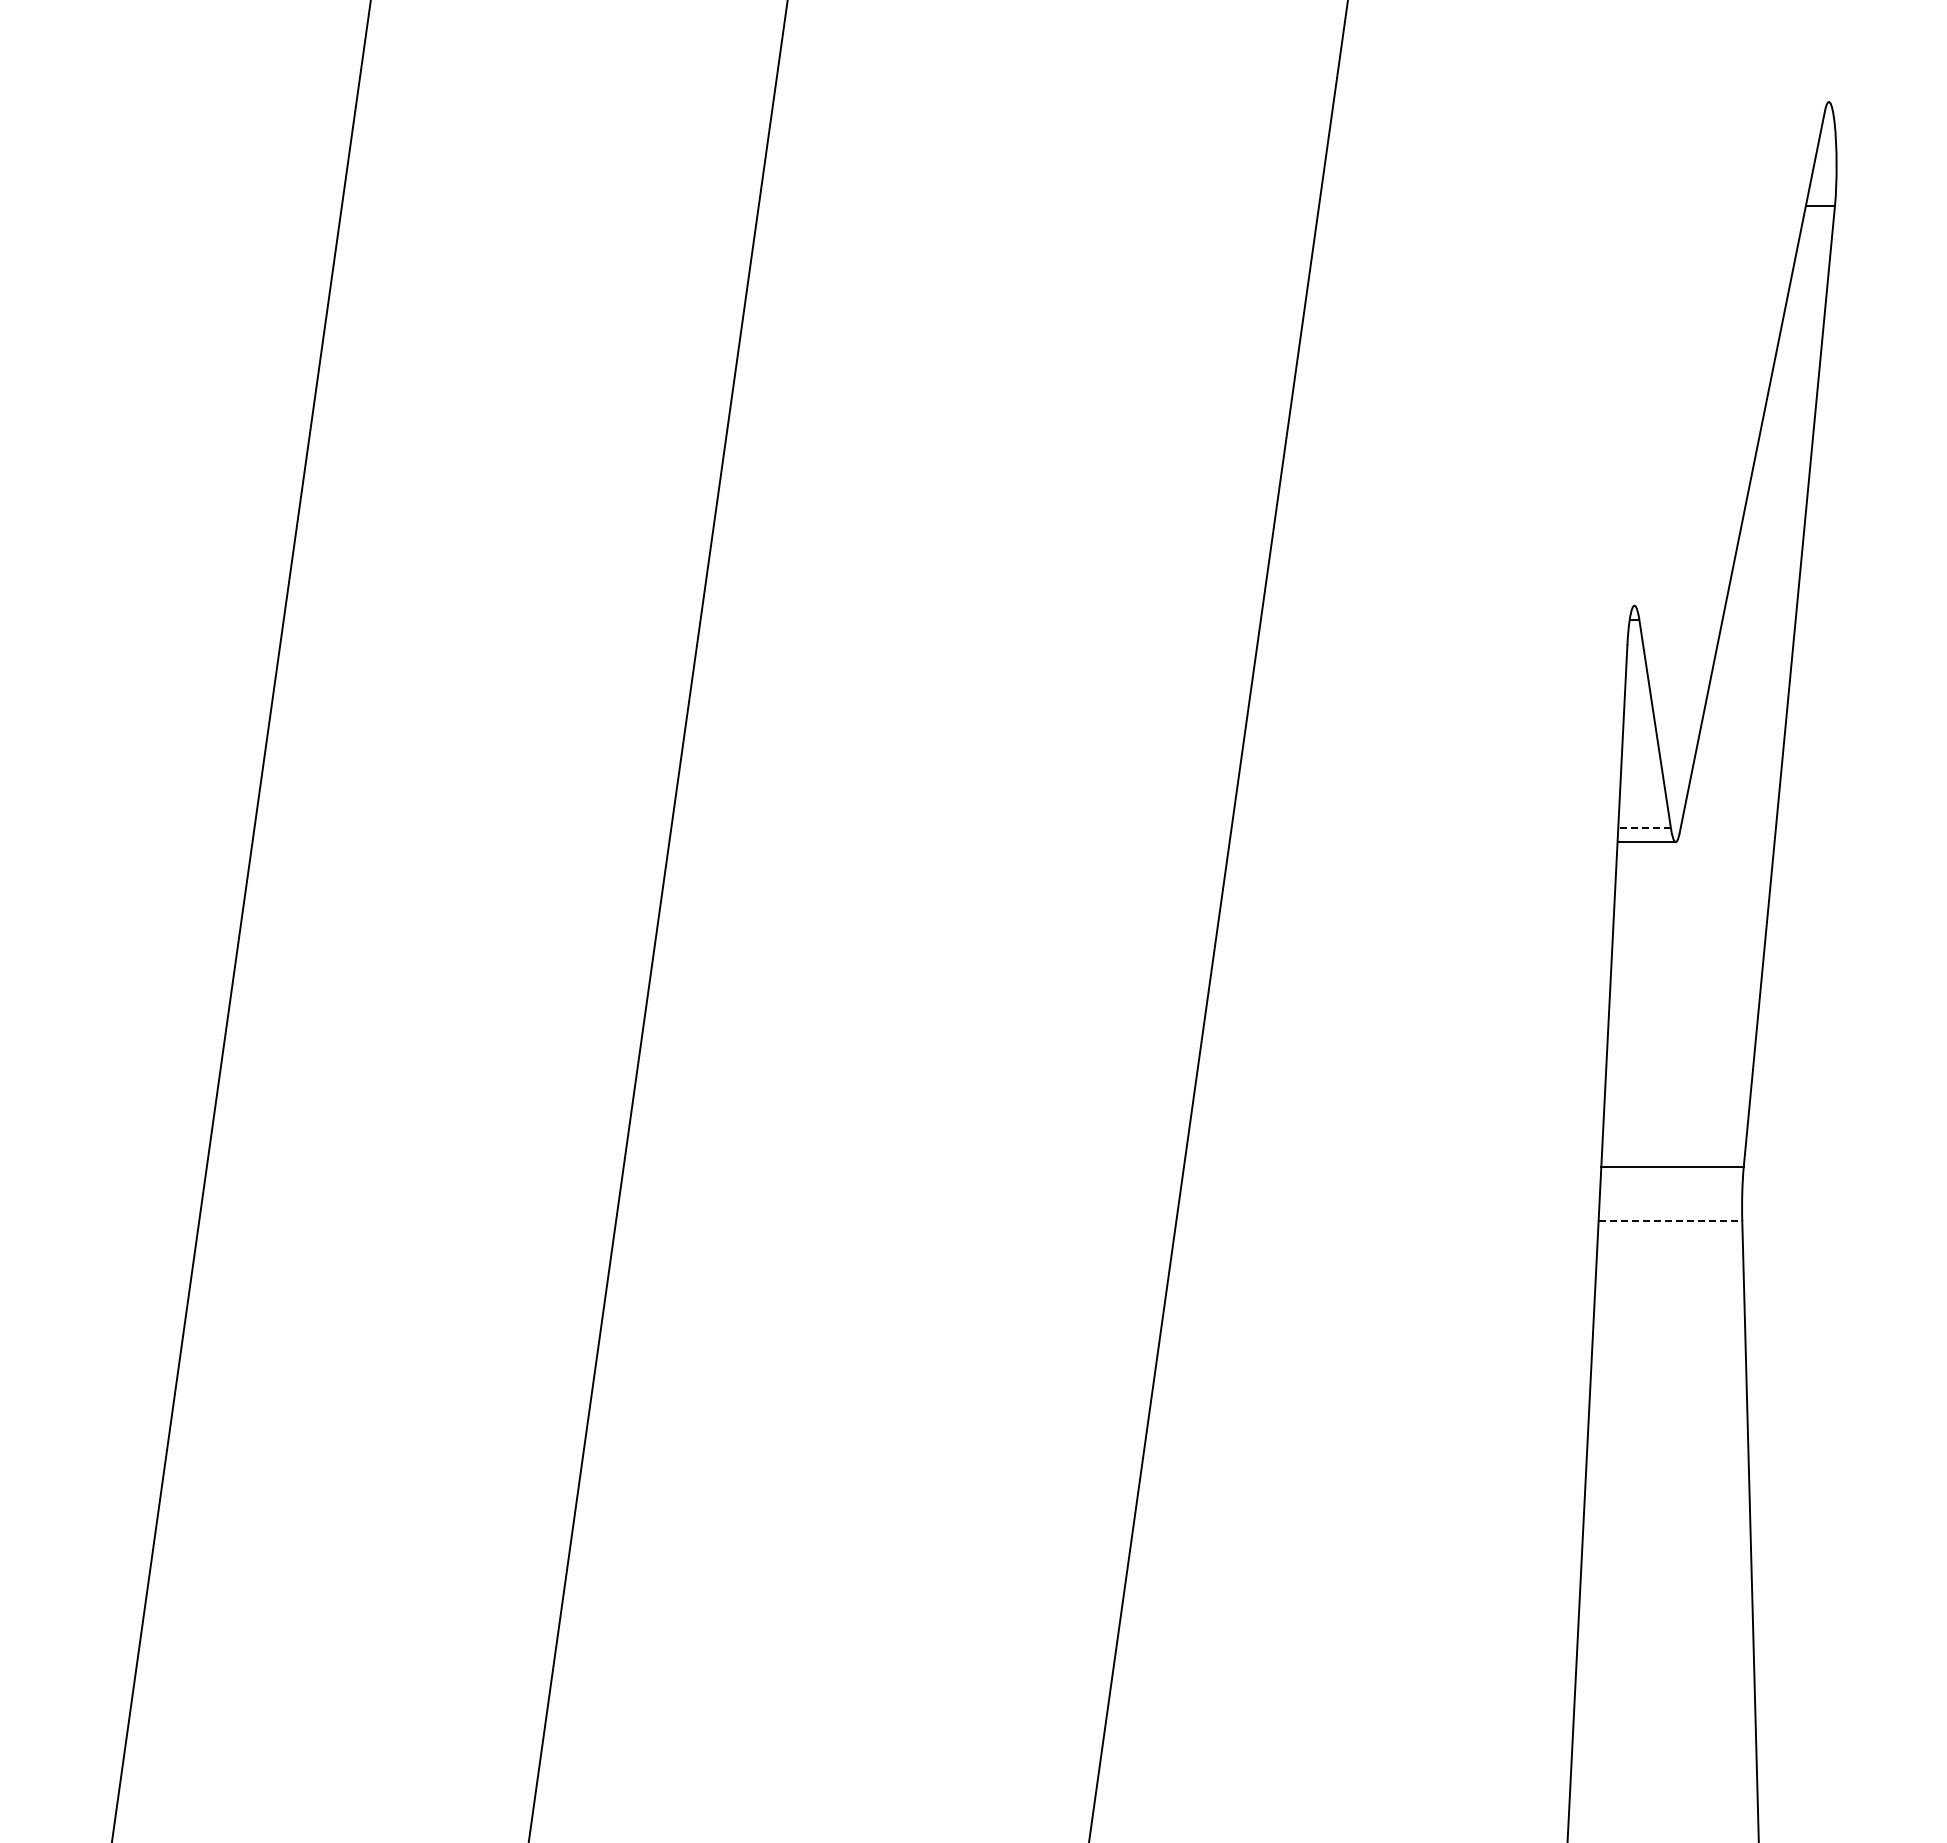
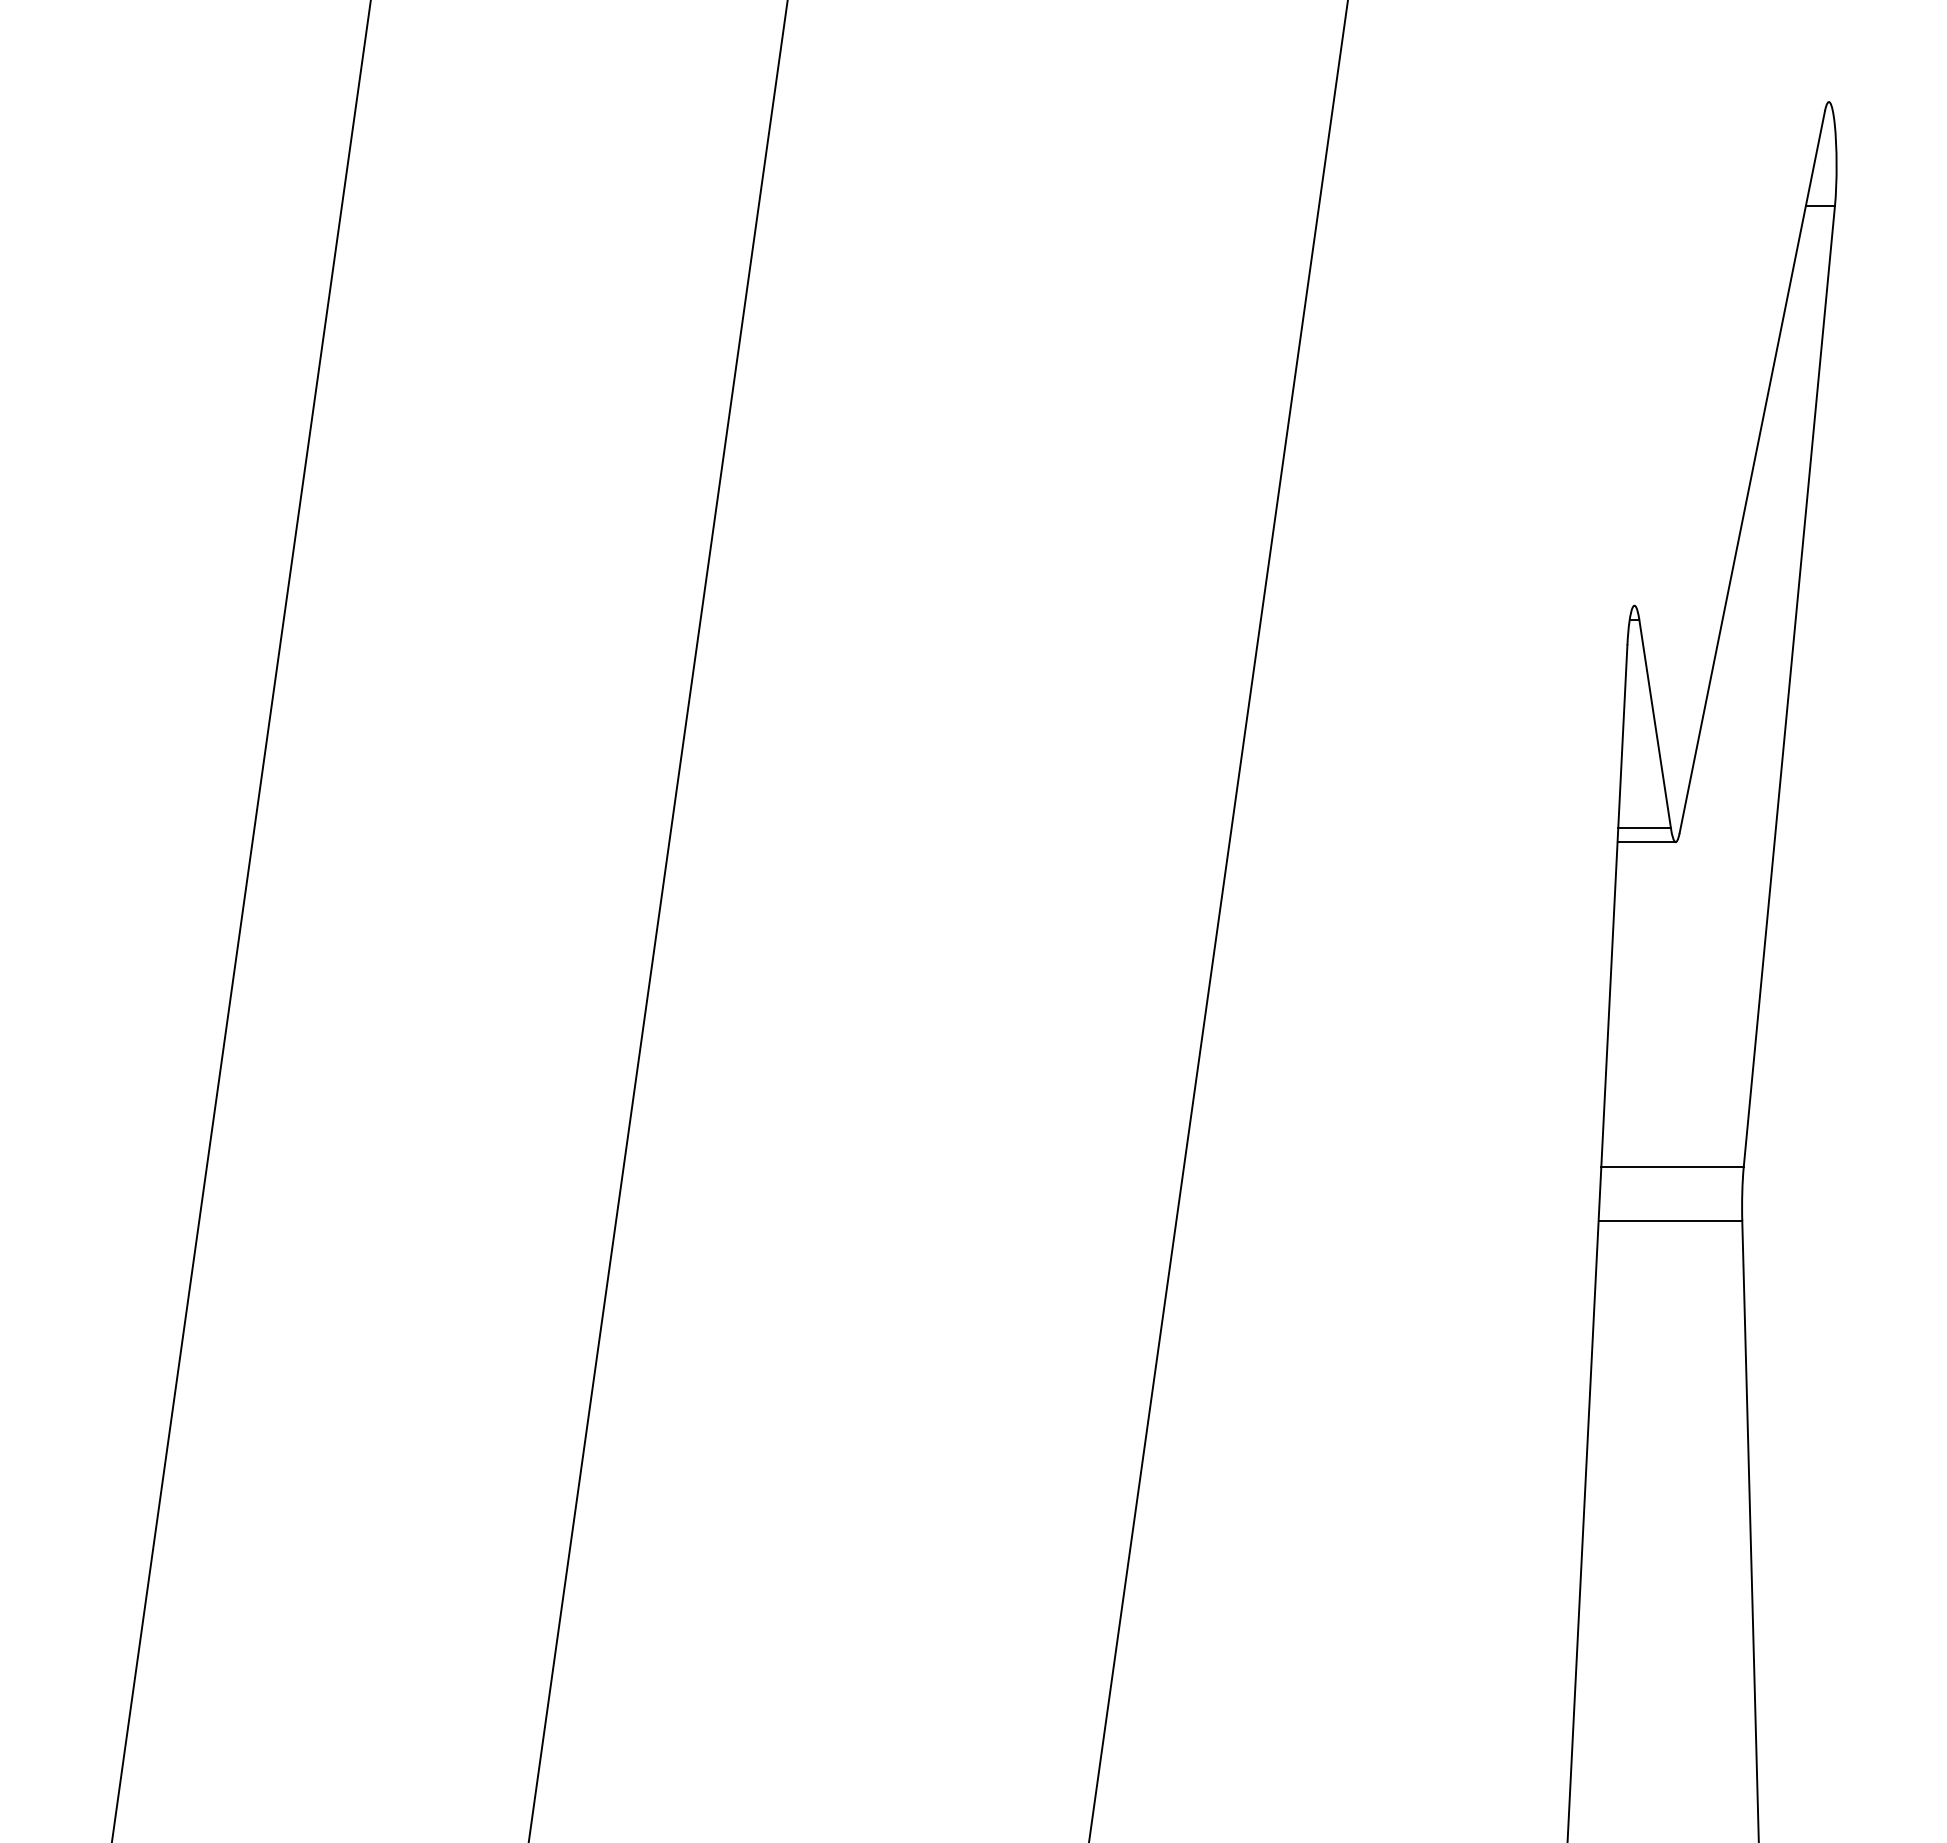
line at (1644, 828): dashed -> solid
line at (1670, 1220): dashed -> solid
